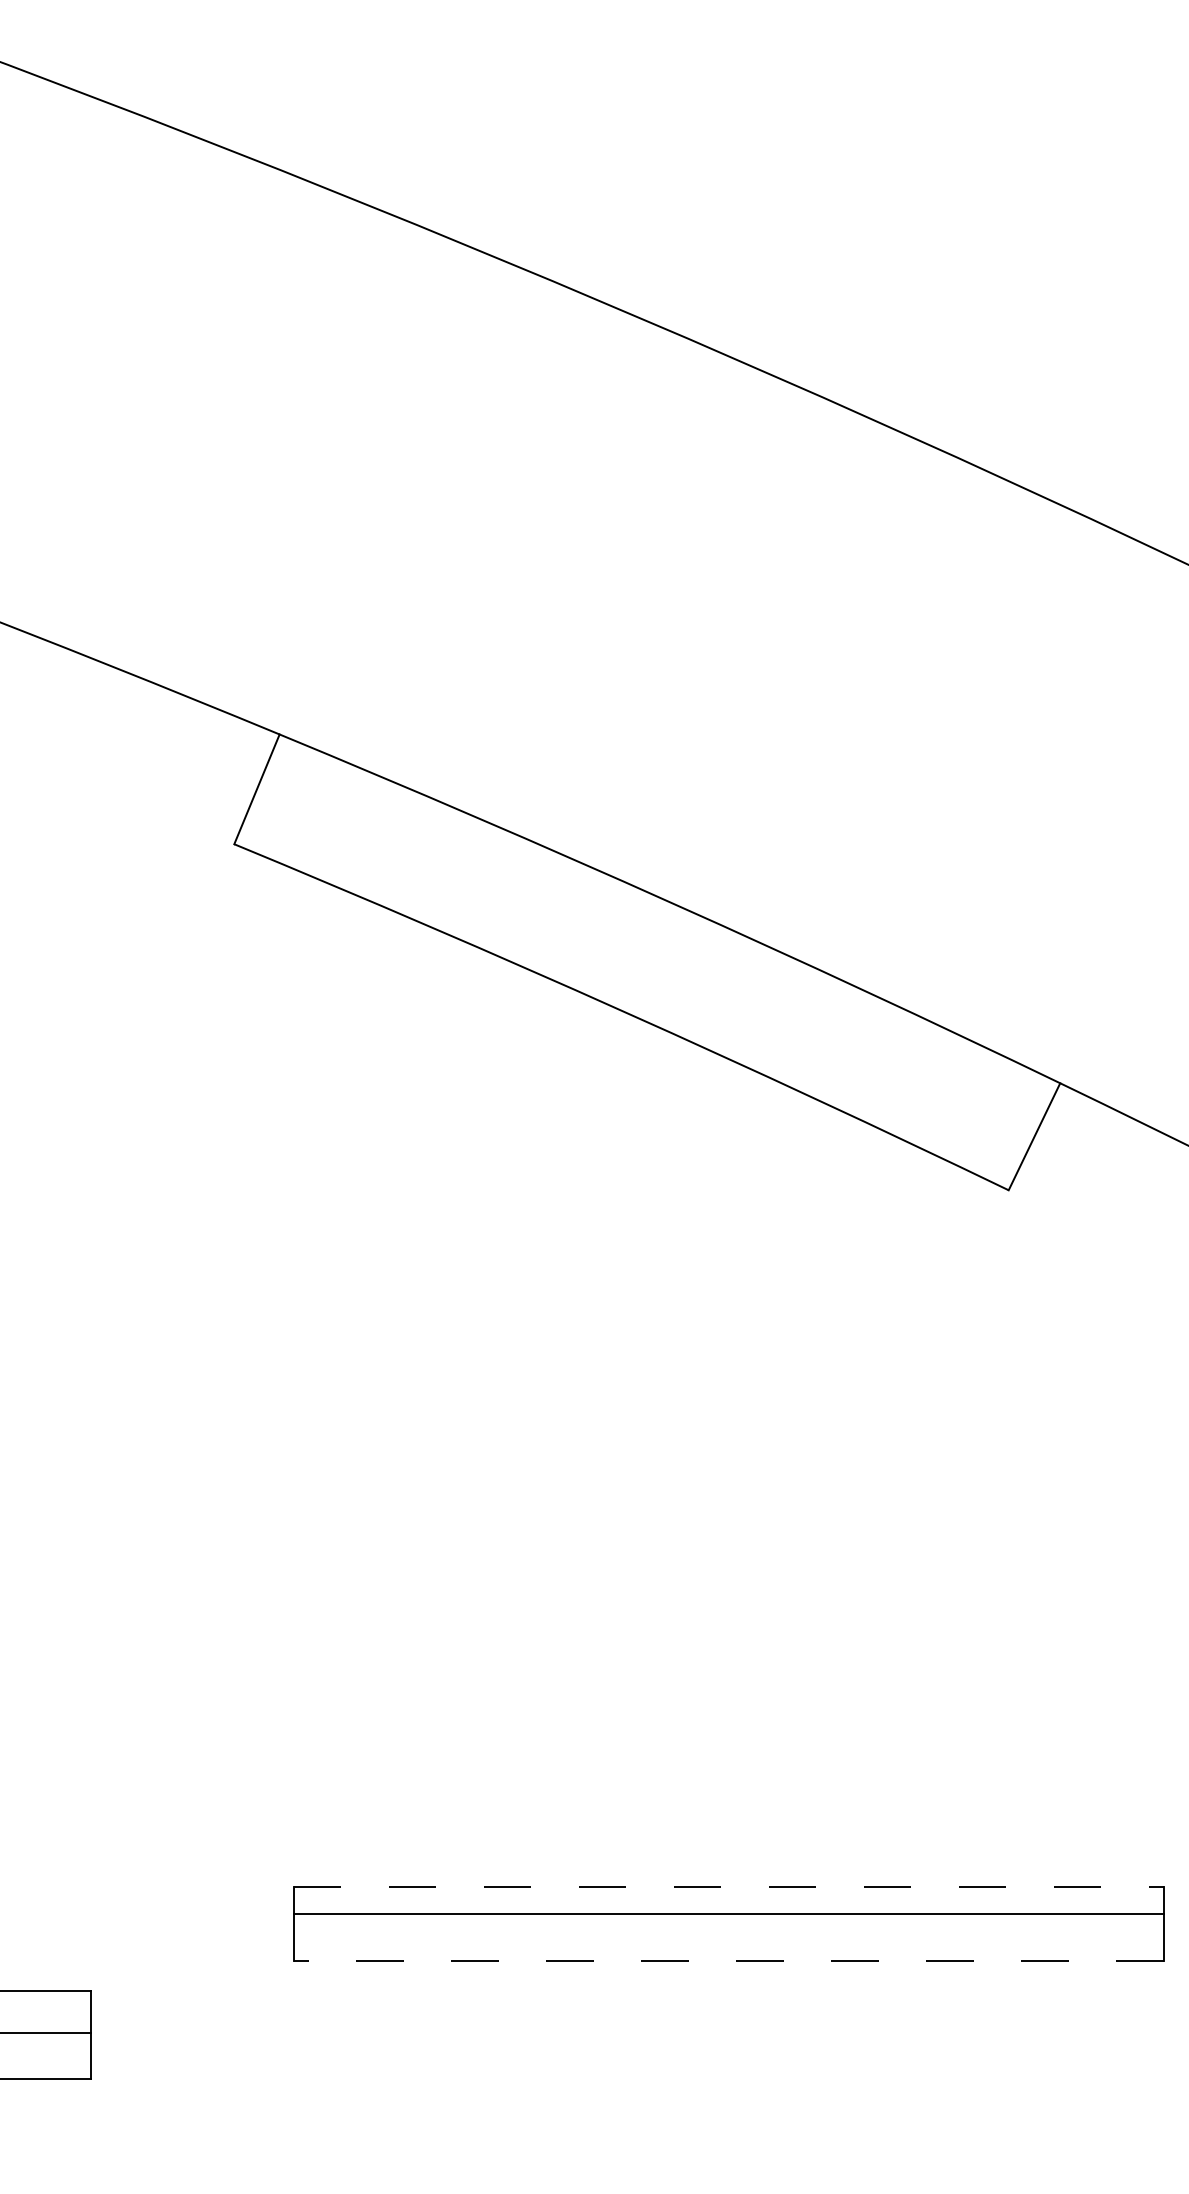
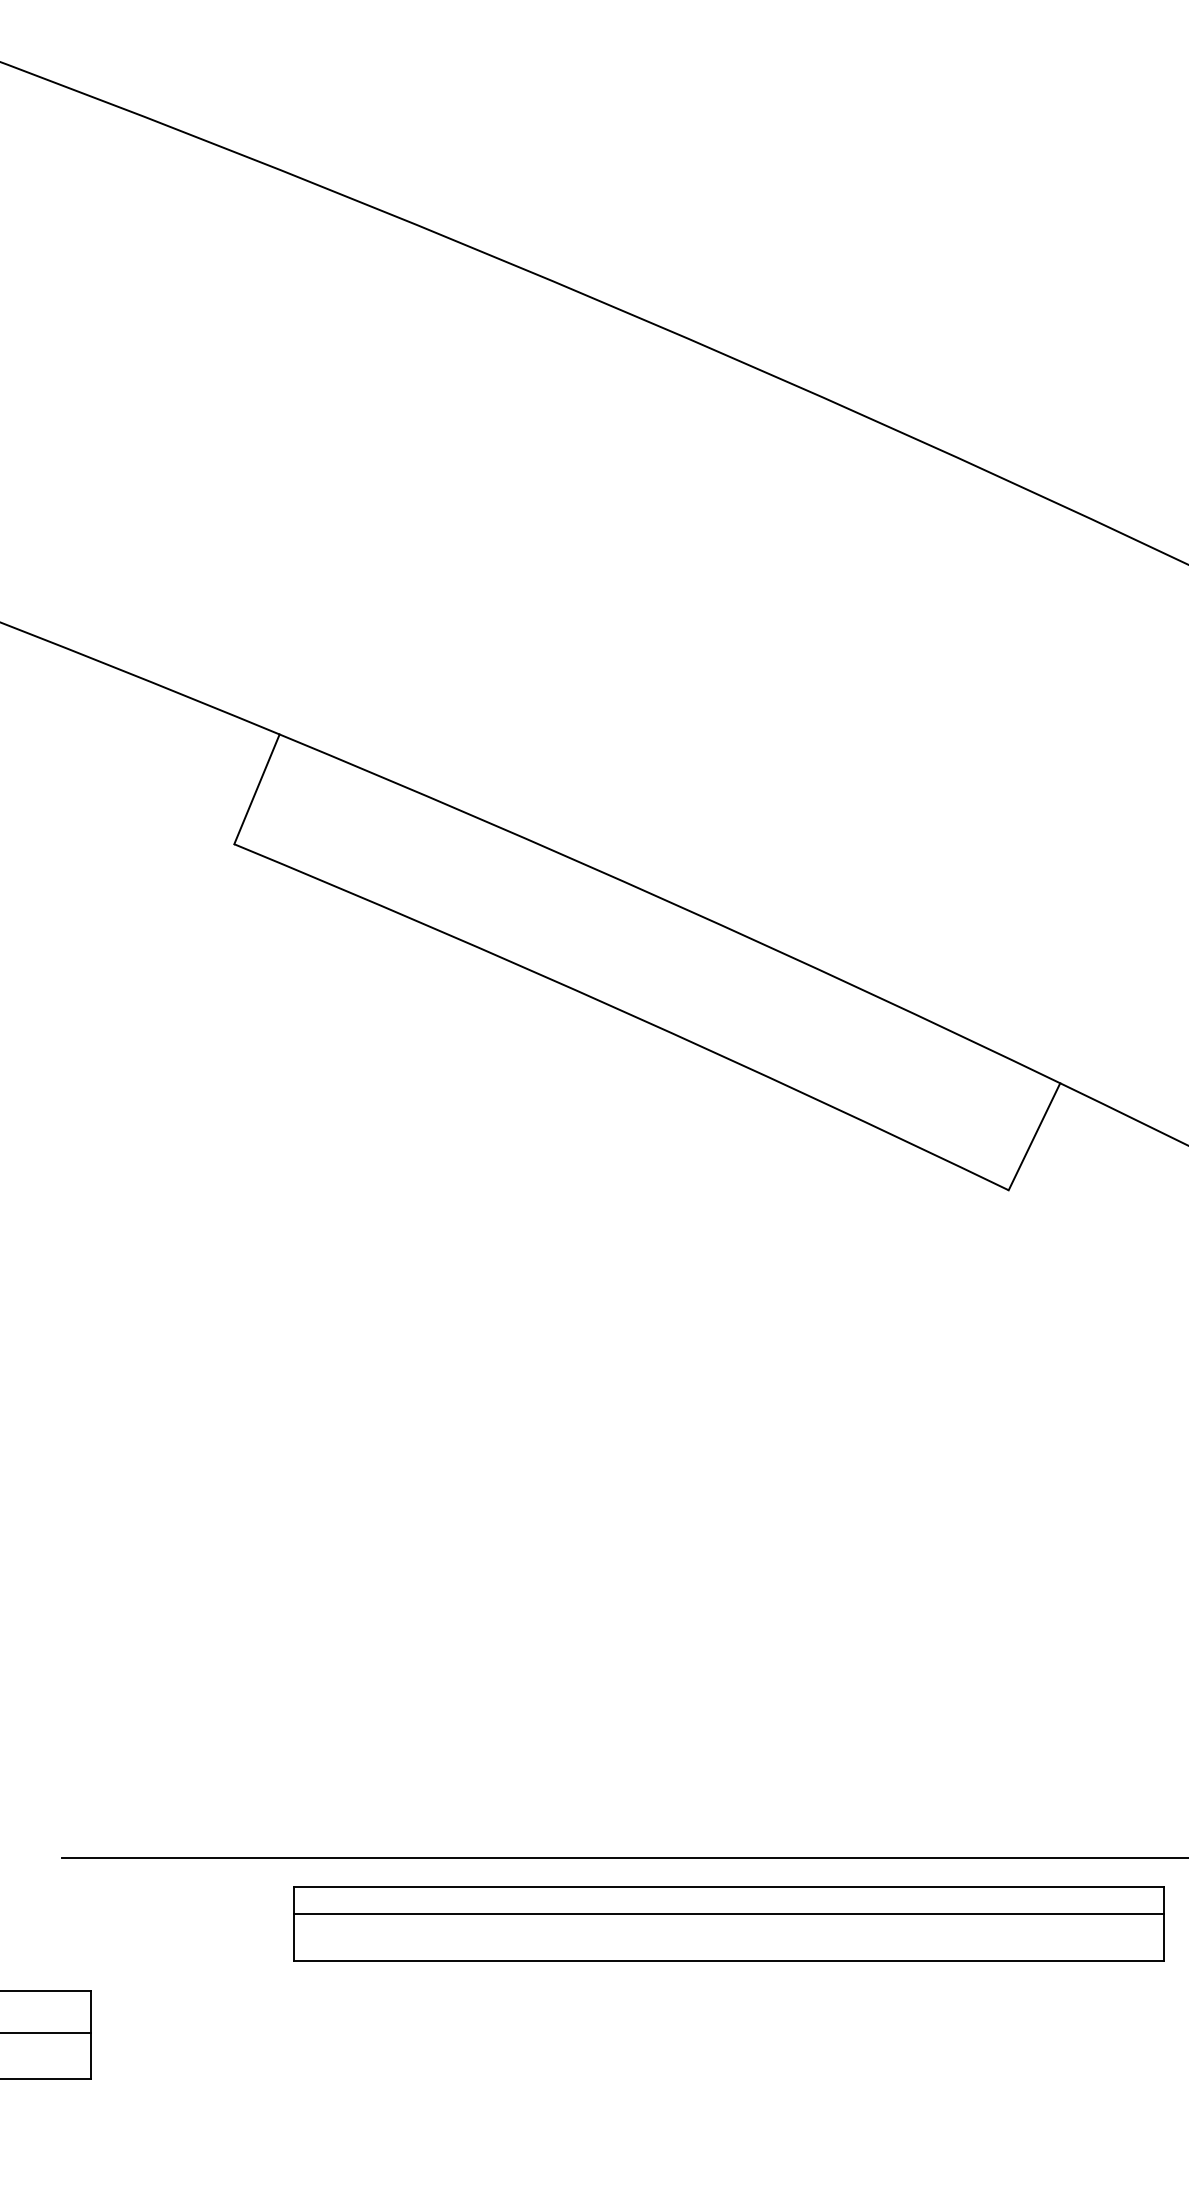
line at (623, 1857): none -> present
line at (729, 1886): dashed -> solid
line at (728, 1961): dashed -> solid
